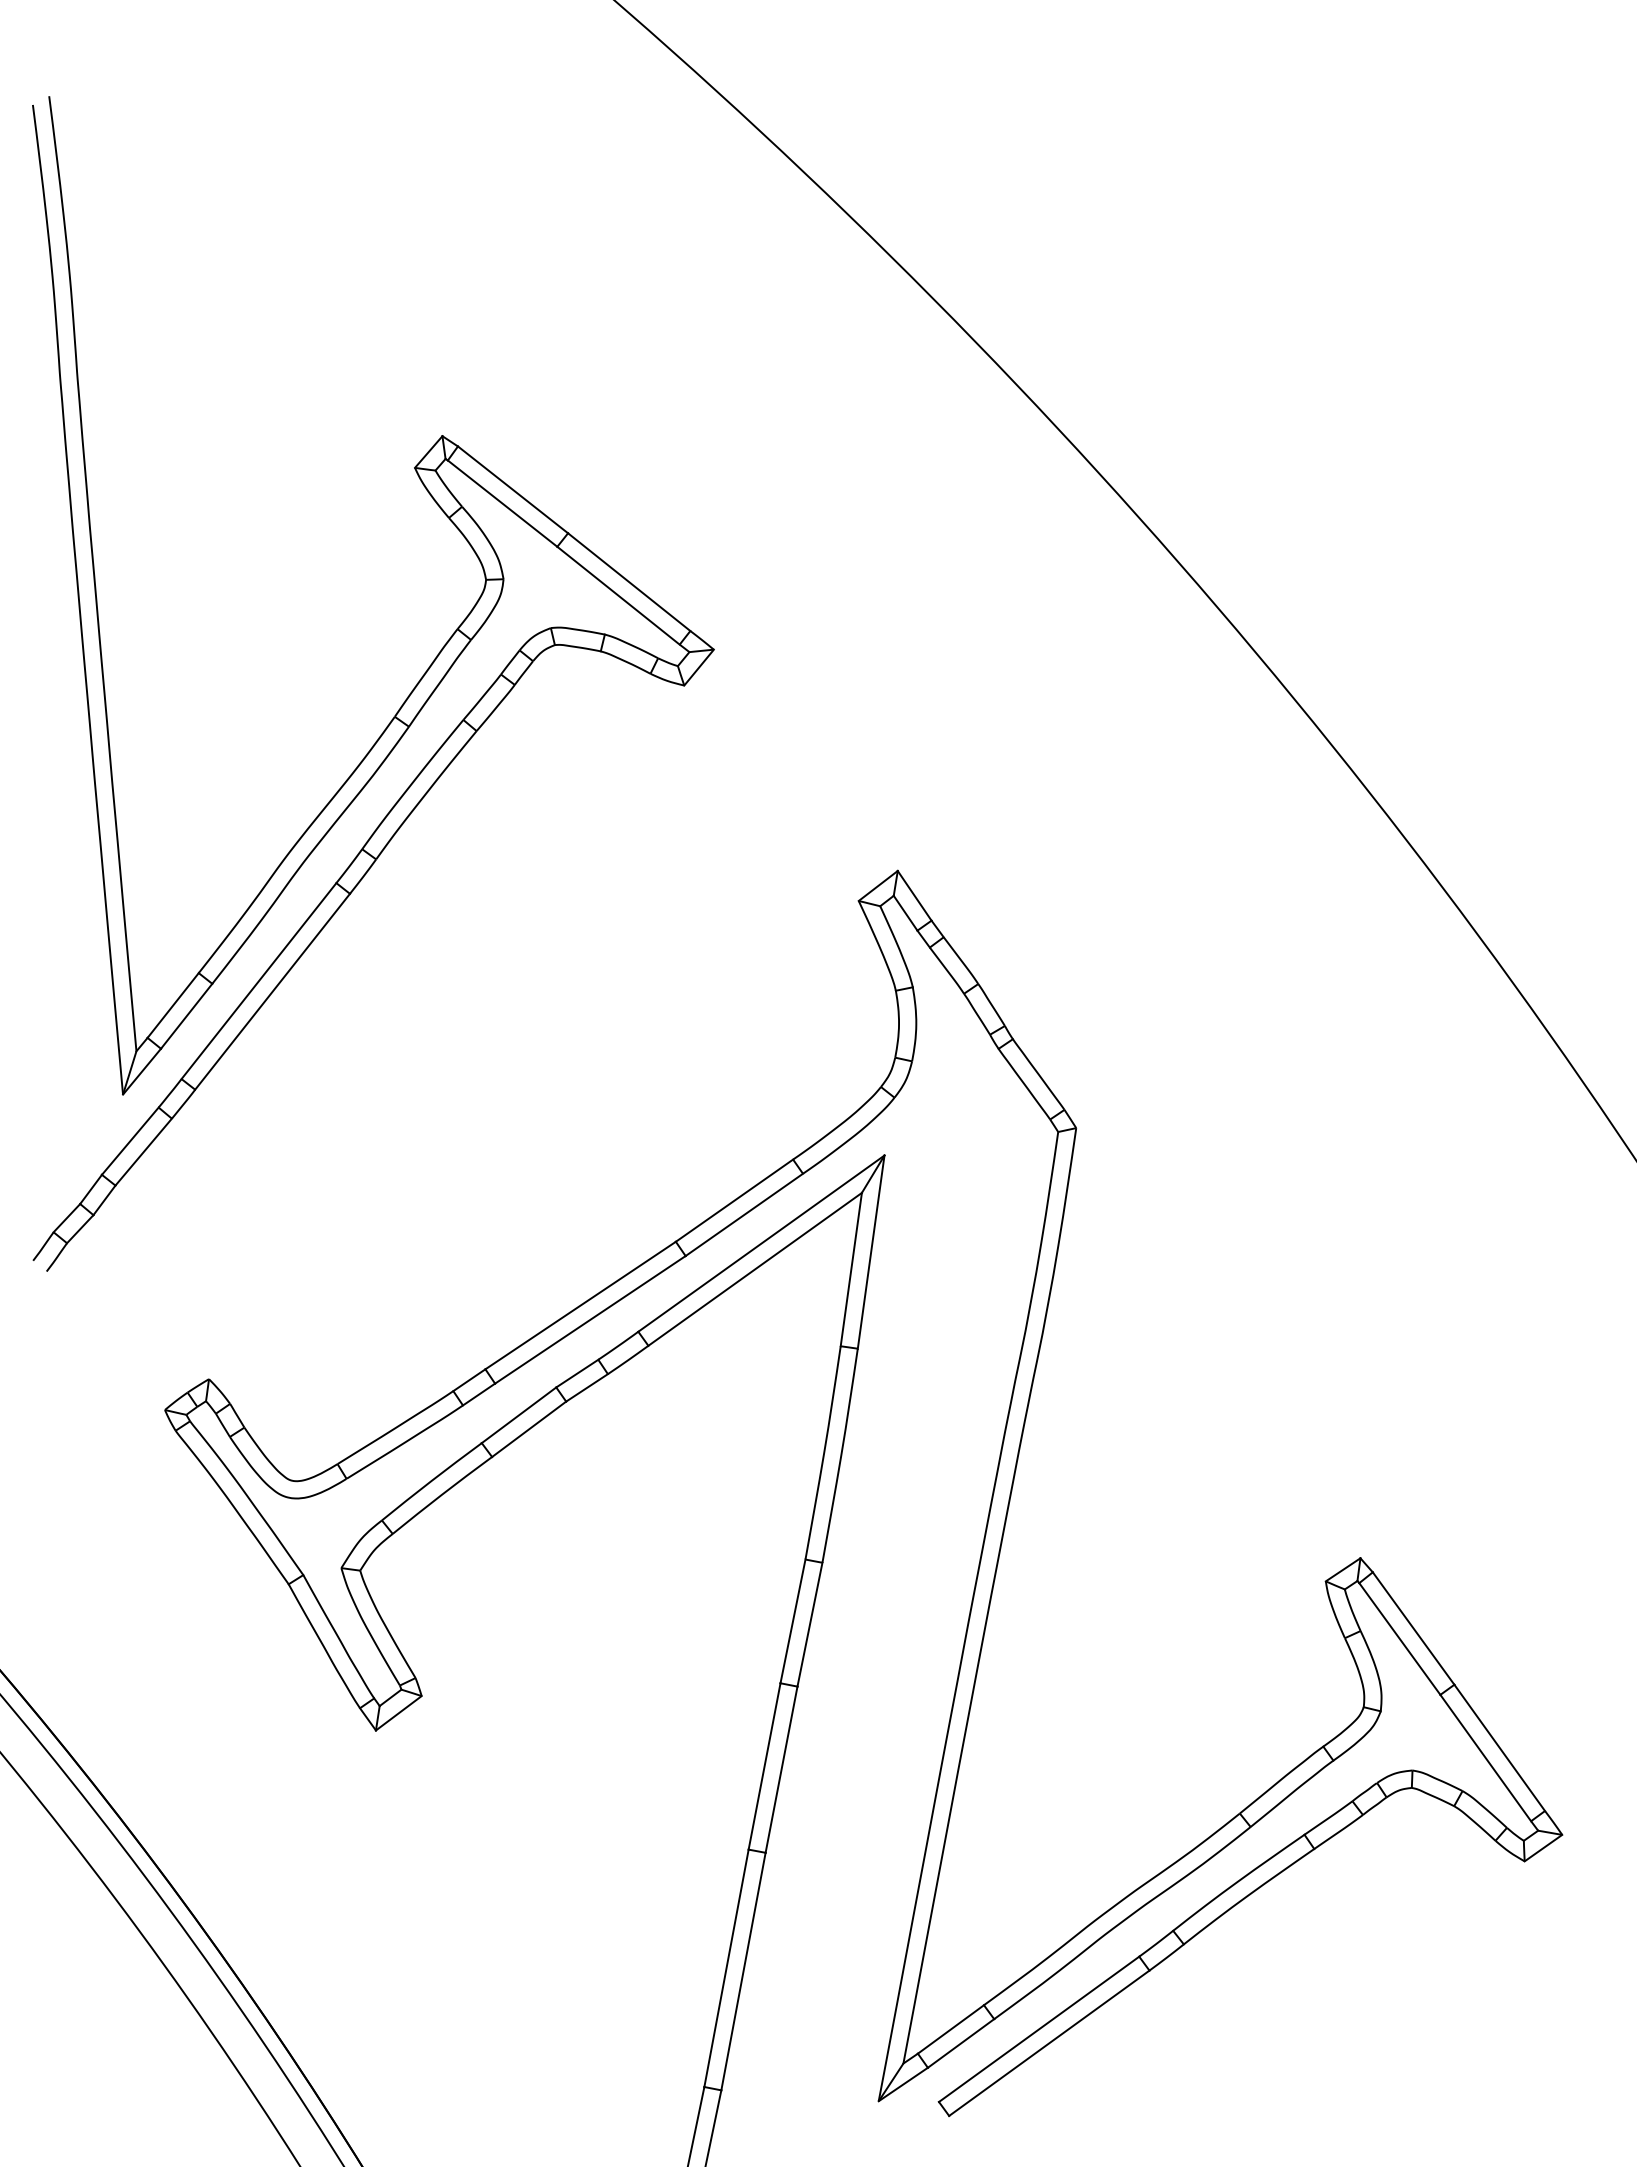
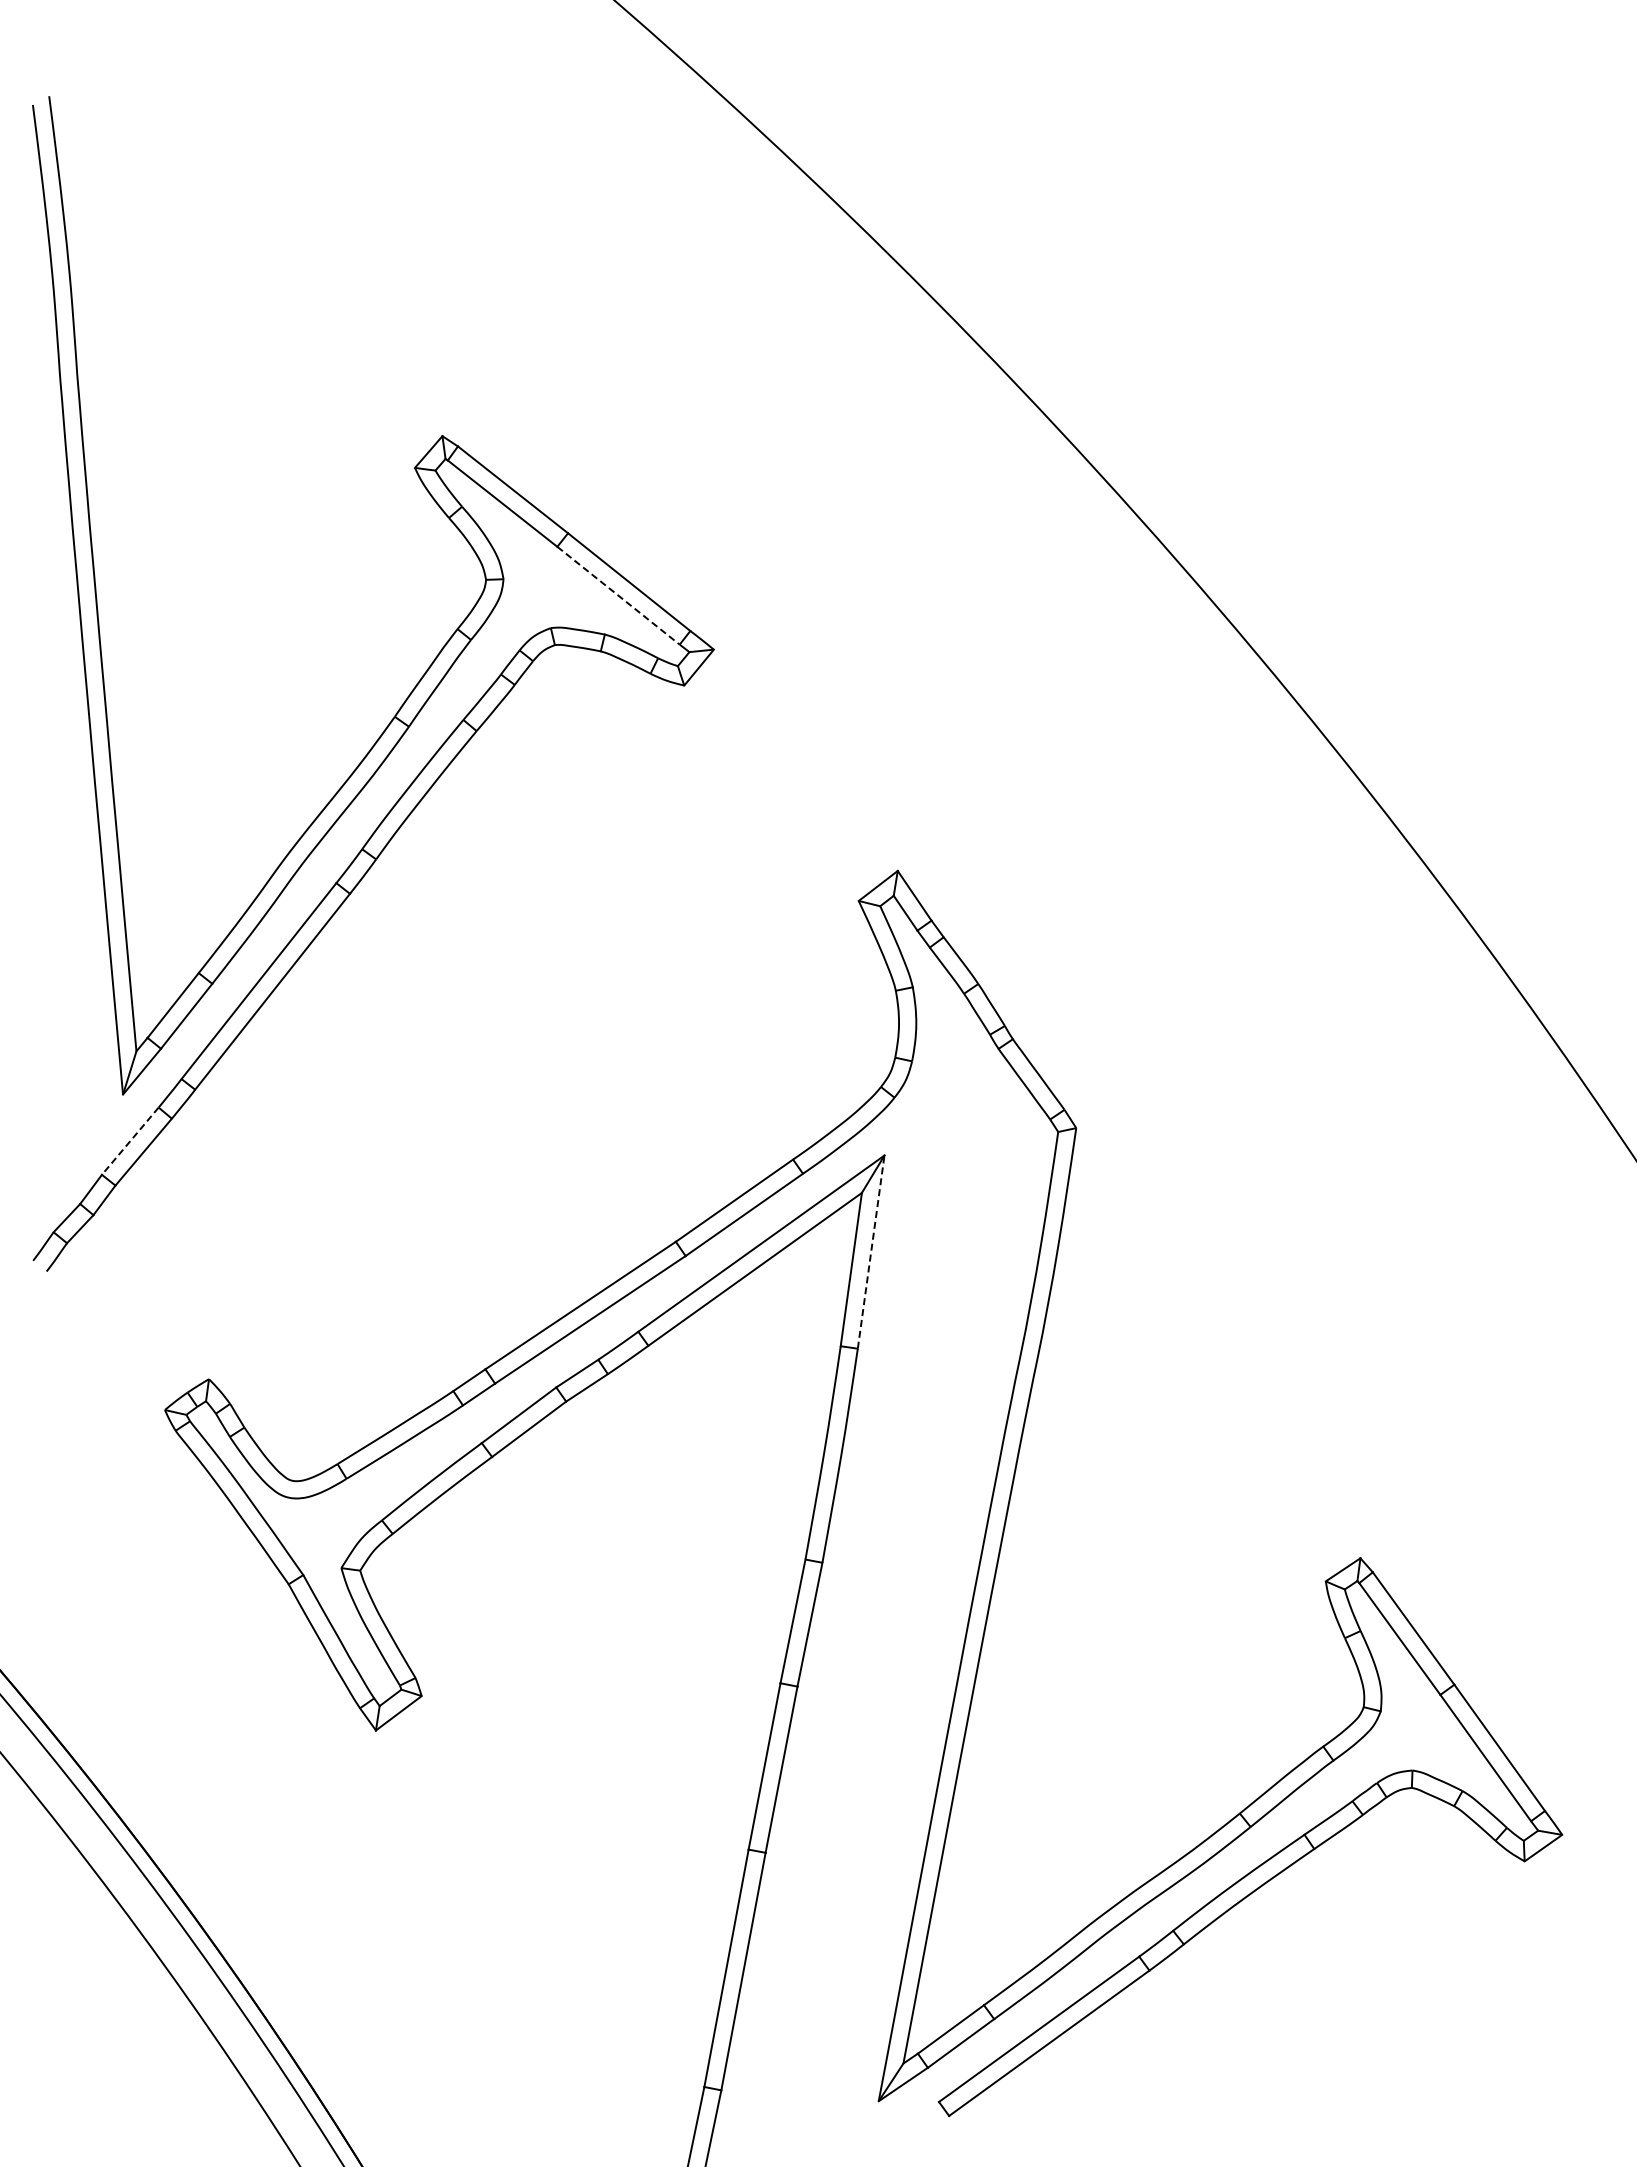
line at (618, 596): solid -> dashed
line at (130, 1141): solid -> dashed
line at (871, 1252): solid -> dashed
